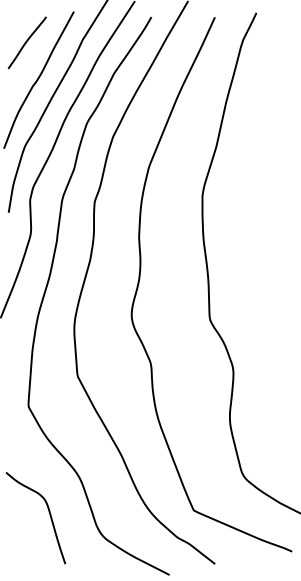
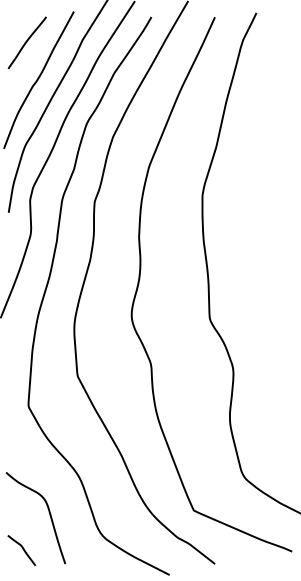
curve at (22, 549): none -> present
